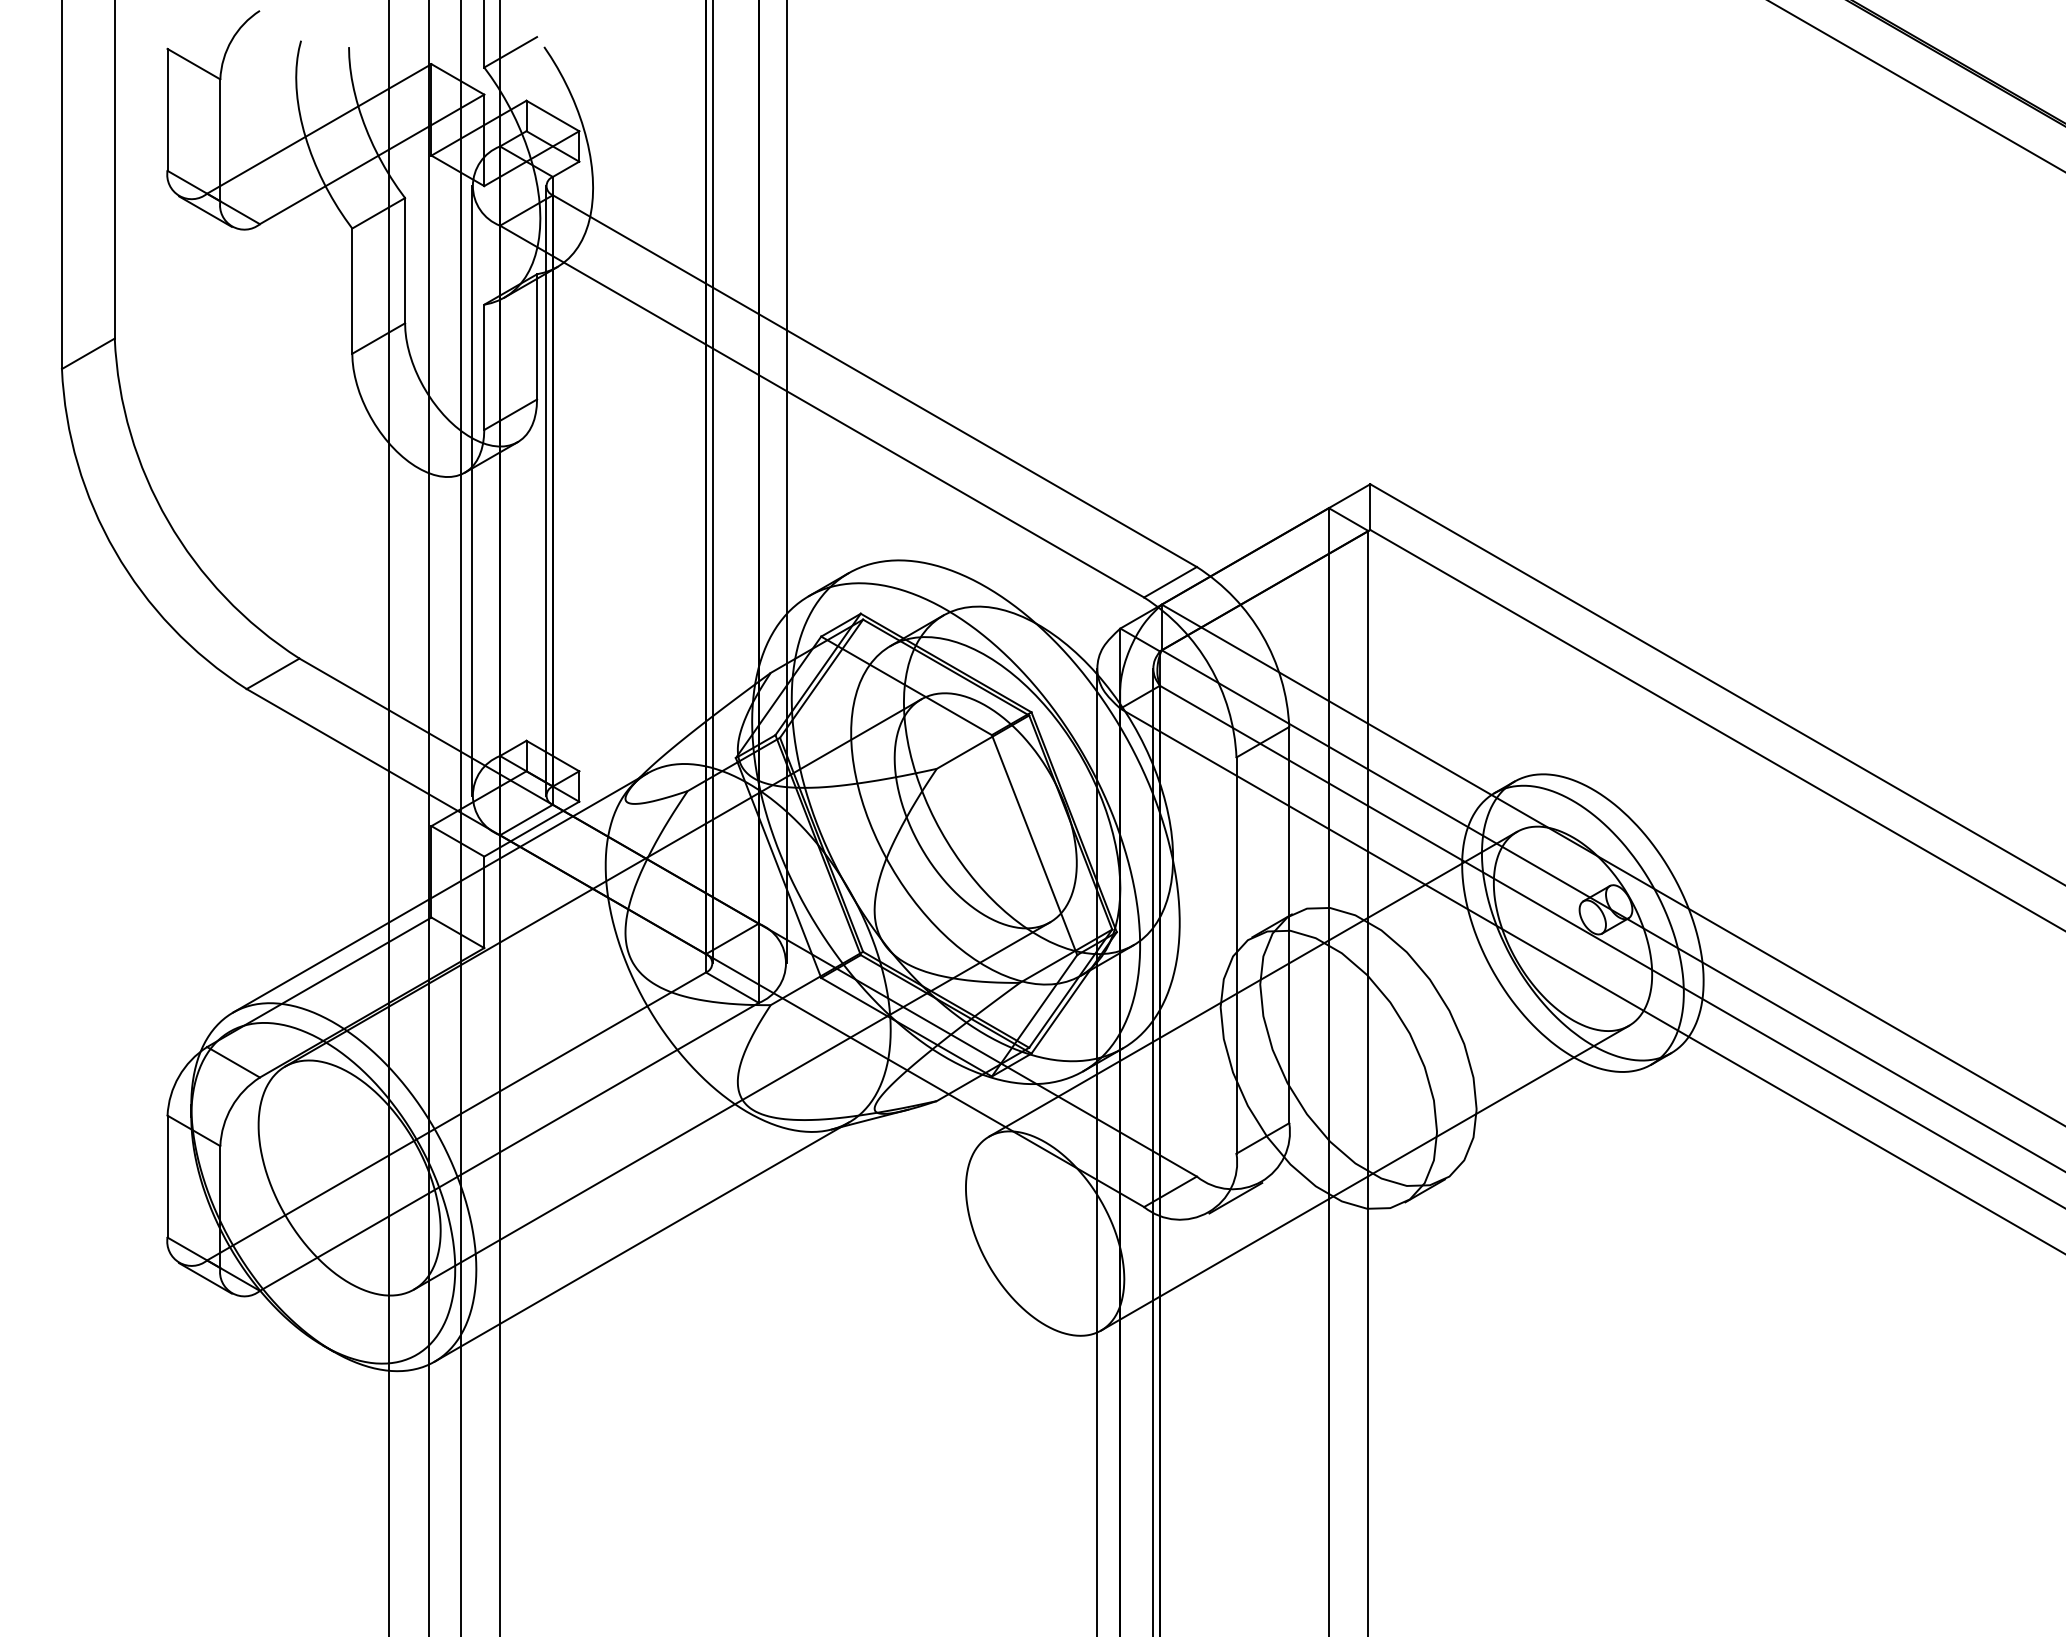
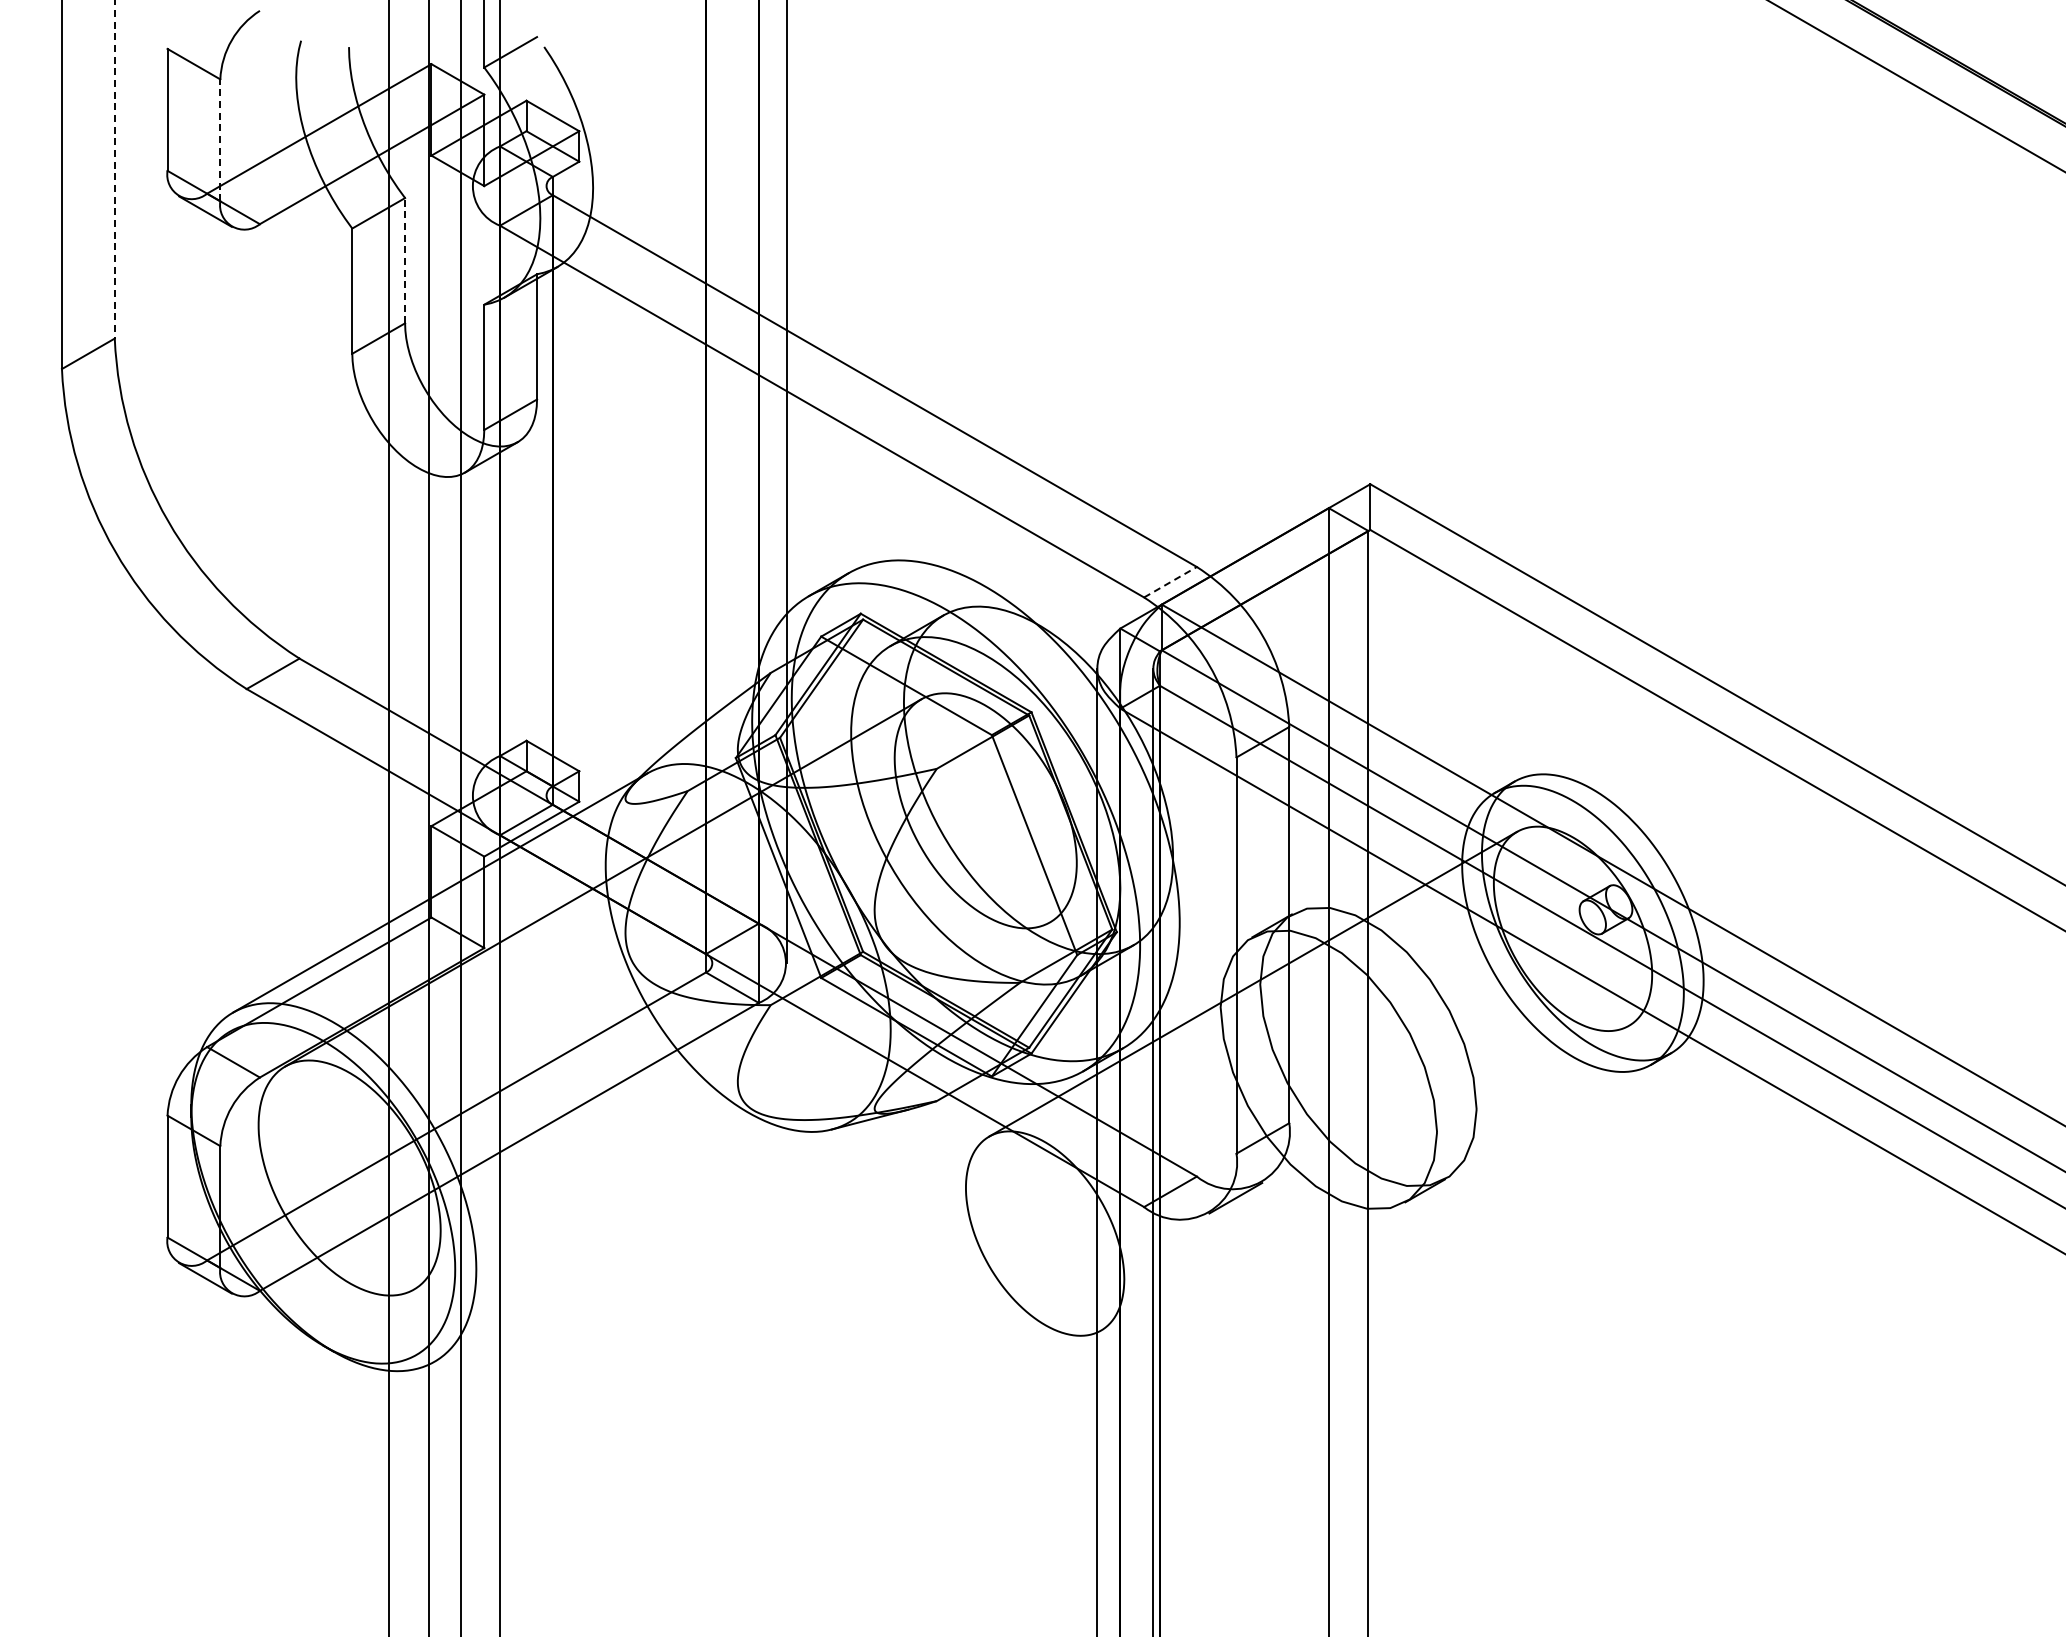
line at (220, 140): solid -> dashed
line at (114, 169): solid -> dashed
line at (405, 260): solid -> dashed
line at (712, 482): present -> none
line at (471, 490): present -> none
line at (546, 490): present -> none
line at (1170, 581): solid -> dashed
line at (732, 1105): present -> none
line at (1364, 1177): present -> none
line at (641, 1241): present -> none
